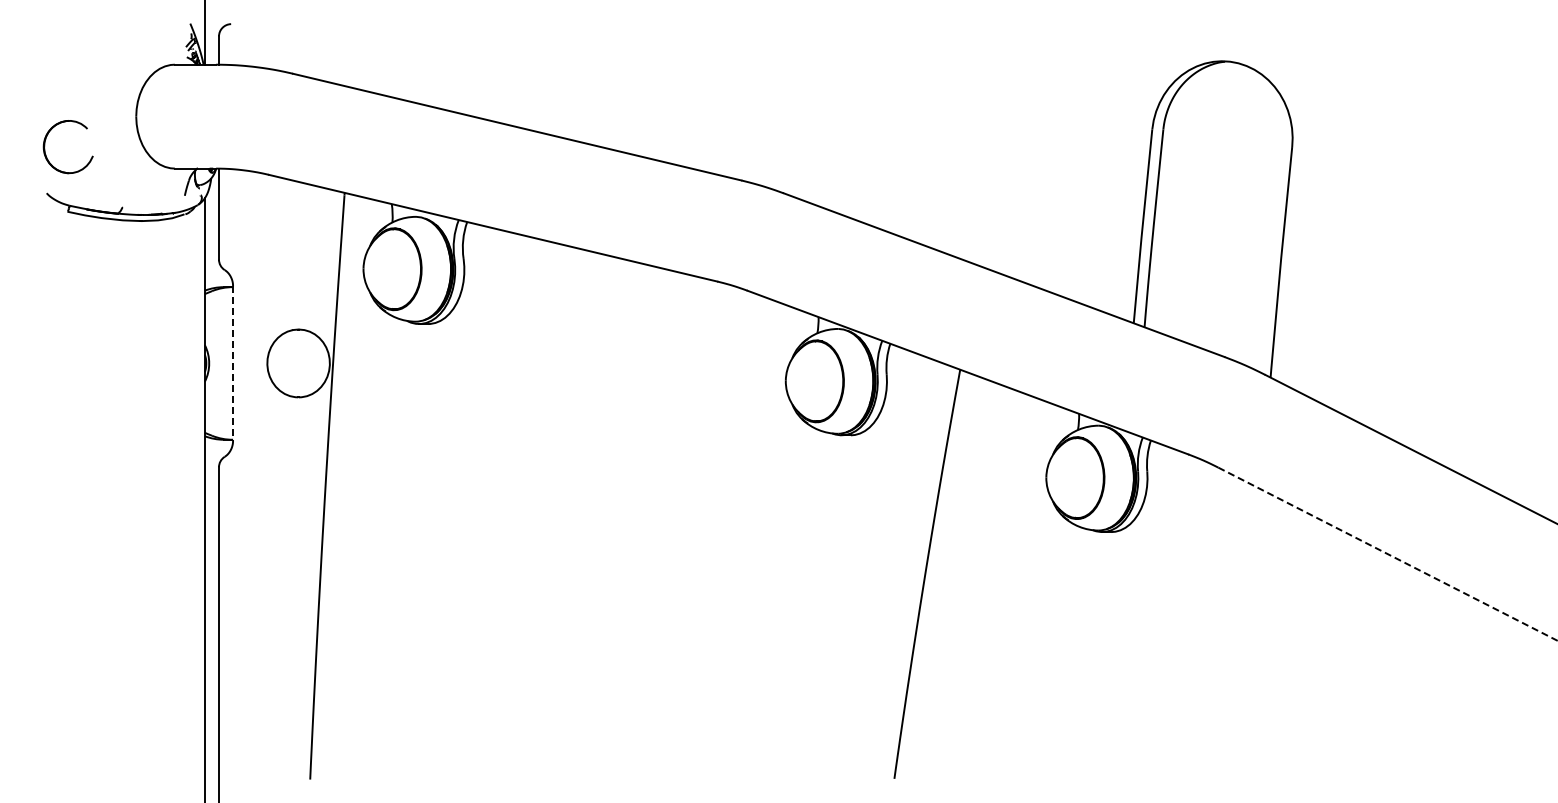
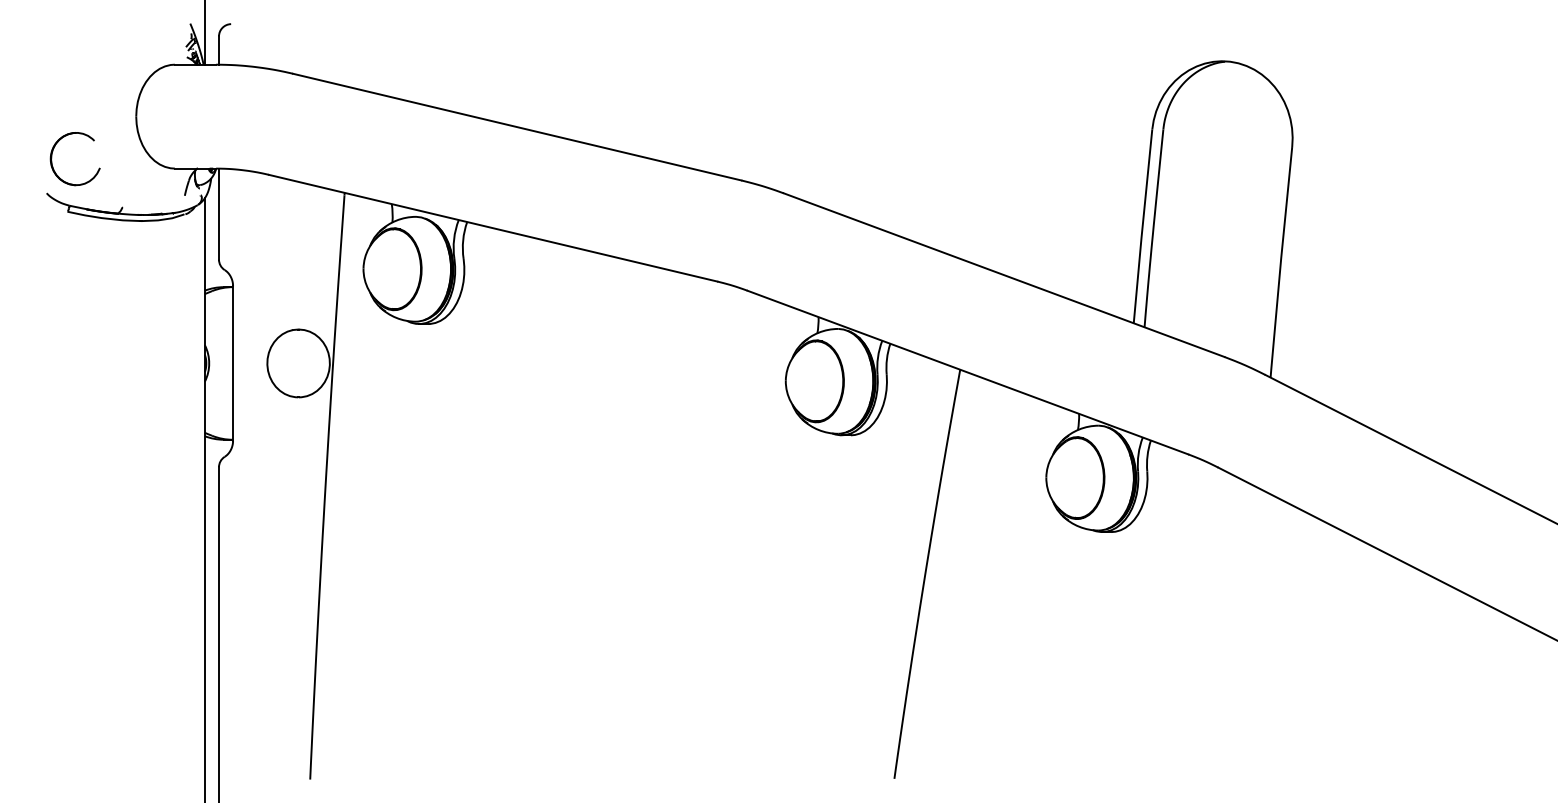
part at (45, 146) position: (45, 146) -> (52, 158)
line at (233, 363): dashed -> solid
line at (1388, 554): dashed -> solid
